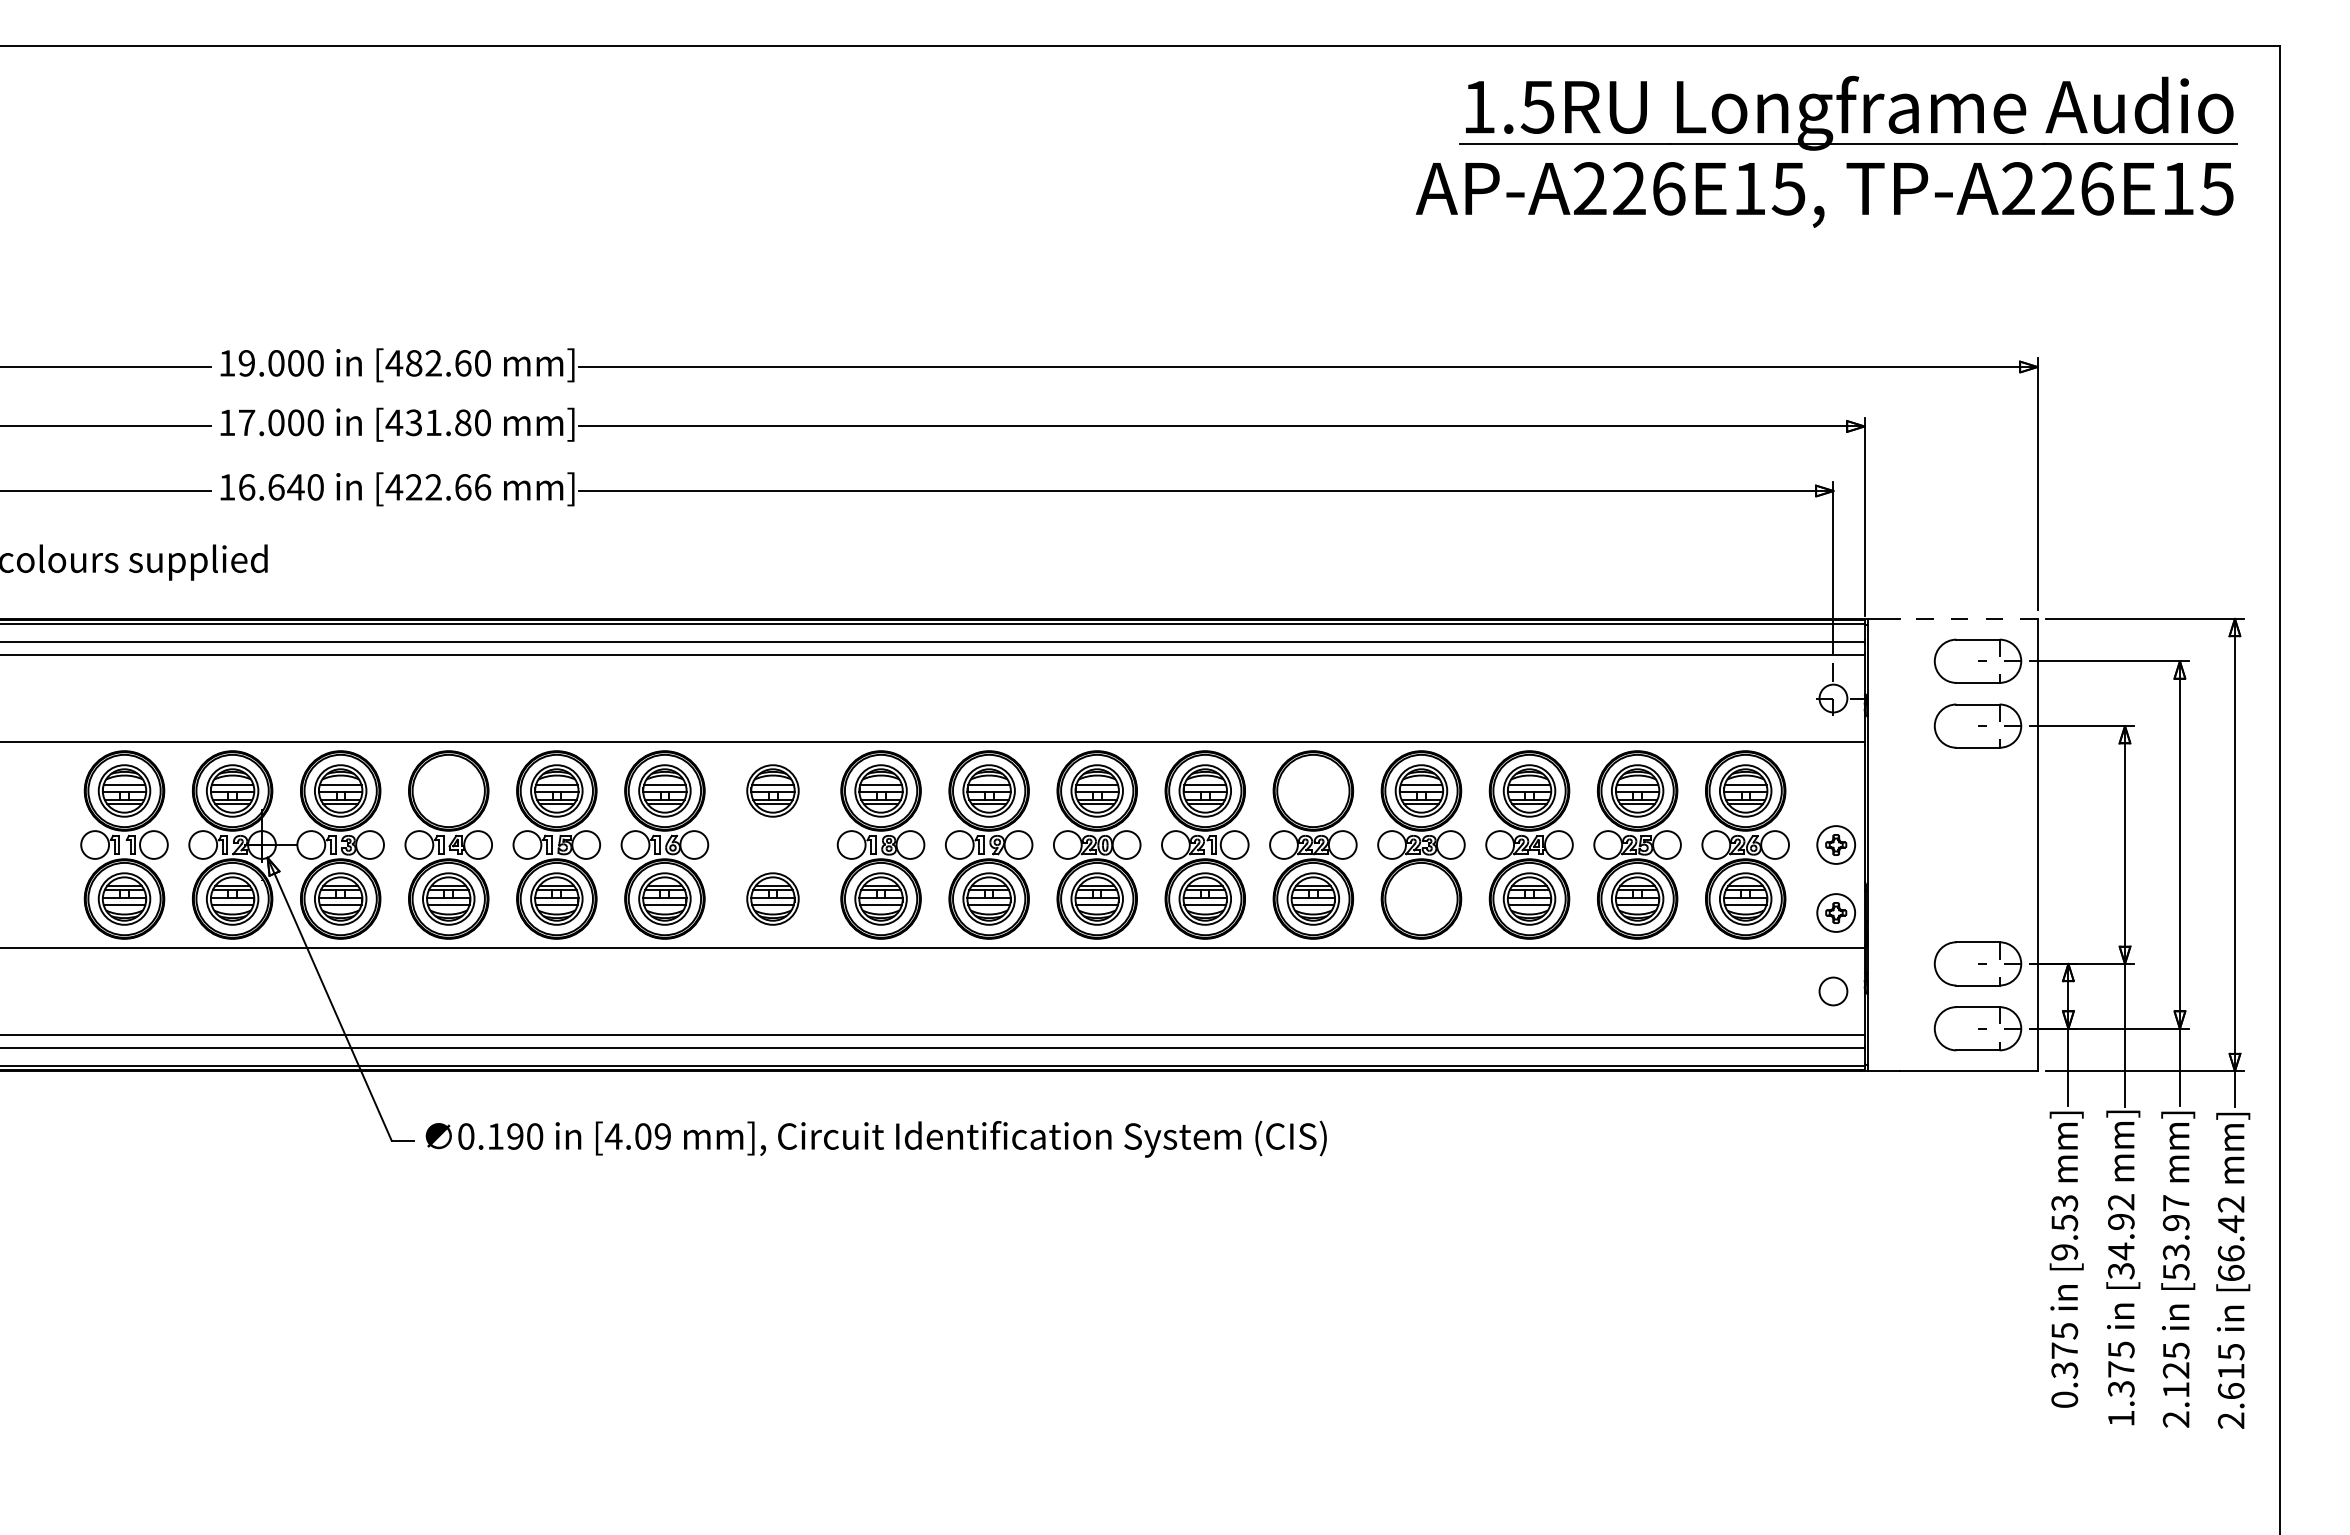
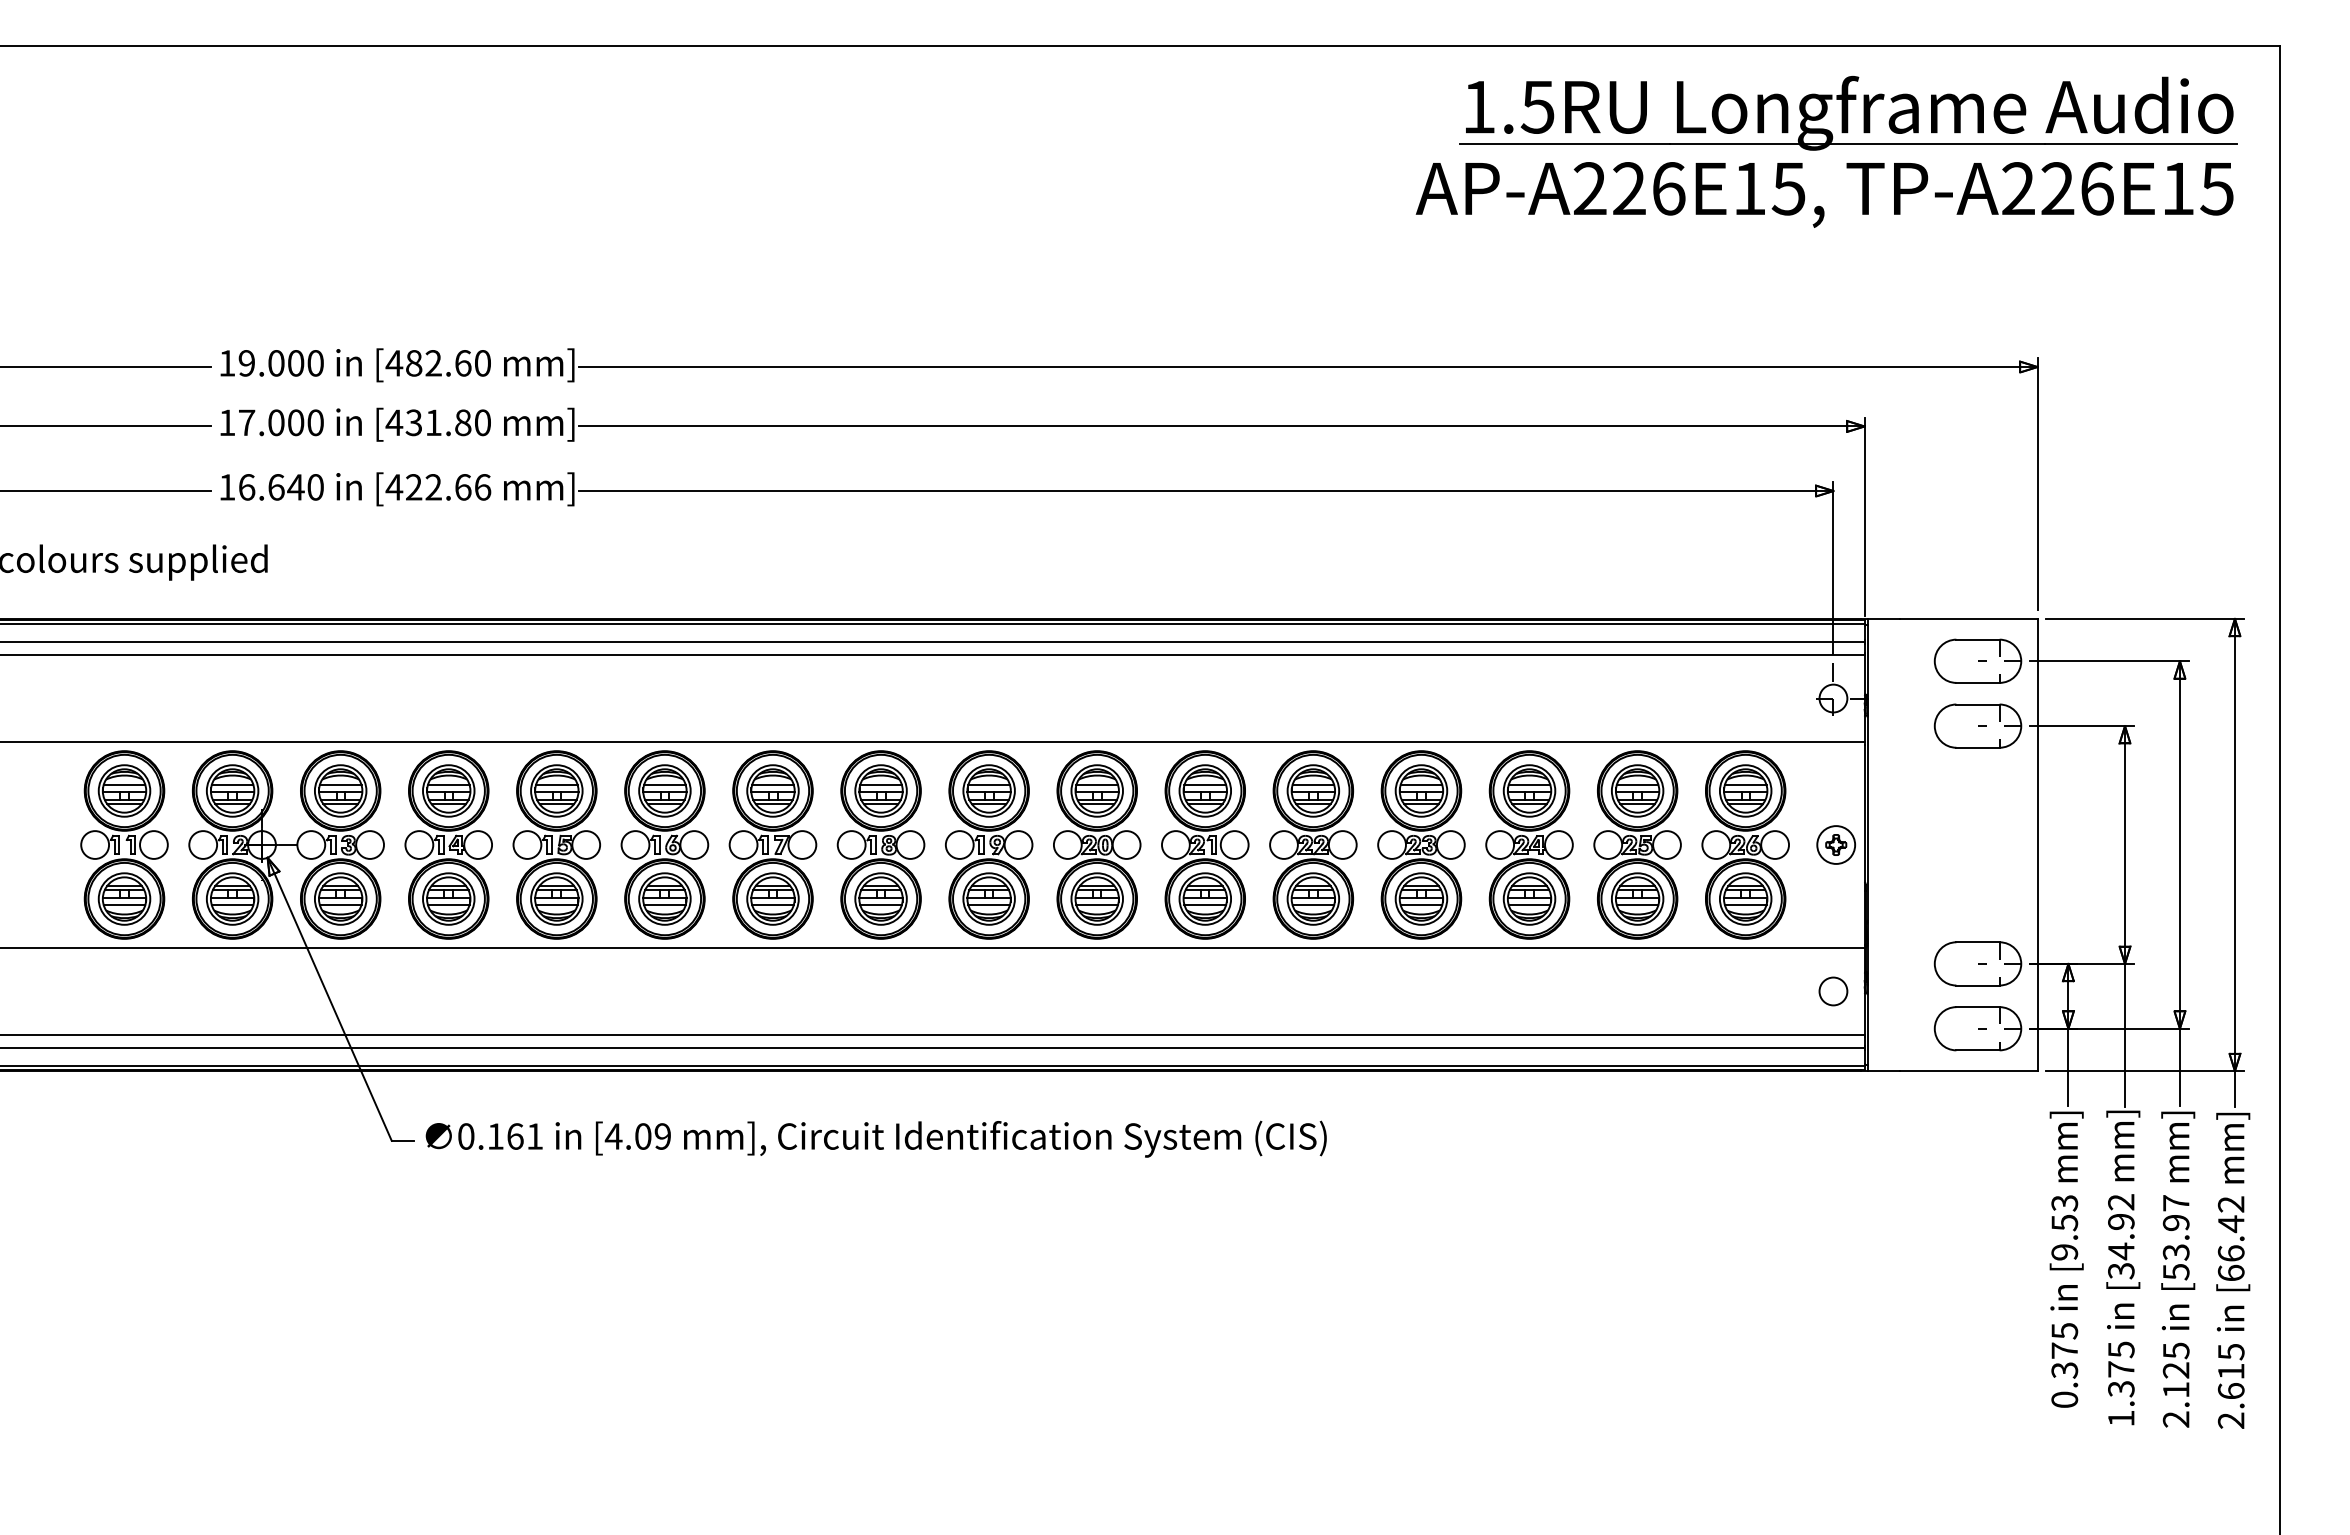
line at (1968, 618): dashed -> solid
part at (448, 790): none -> present
part at (1312, 790): none -> present
part at (772, 844): none -> present
part at (1421, 898): none -> present
part at (1835, 912): present -> none
text at (525, 1136): 0.190 -> 0.161
